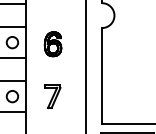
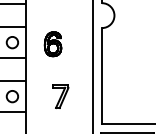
line at (85, 66) position: (85, 66) -> (92, 66)
part at (52, 96) position: (52, 96) -> (60, 96)
